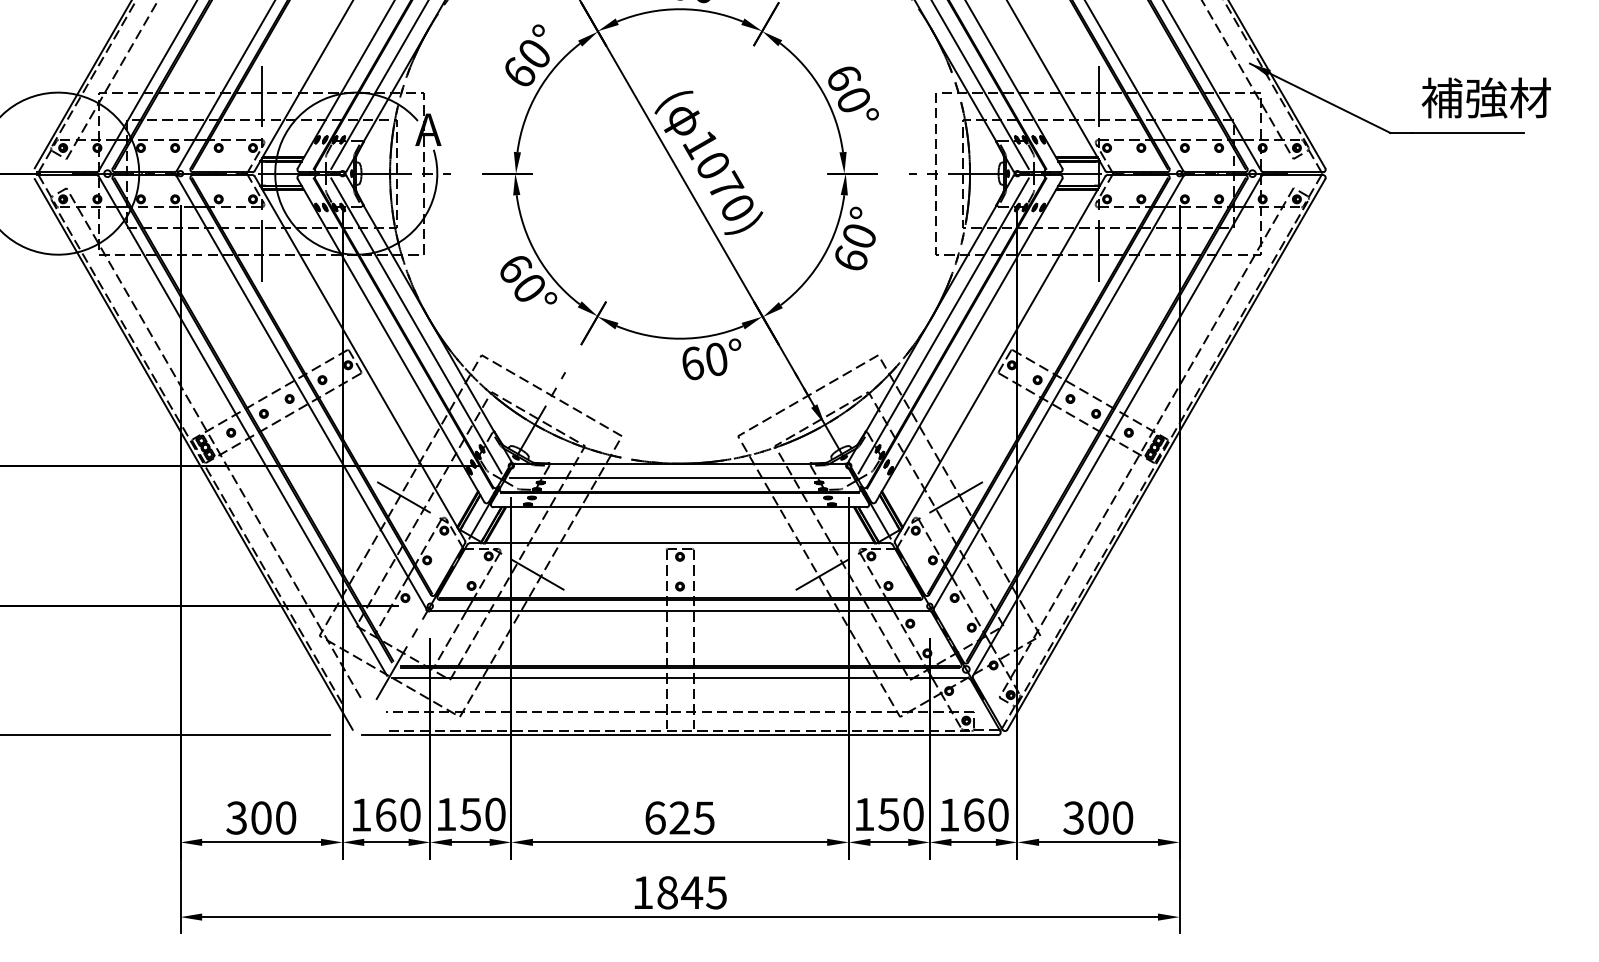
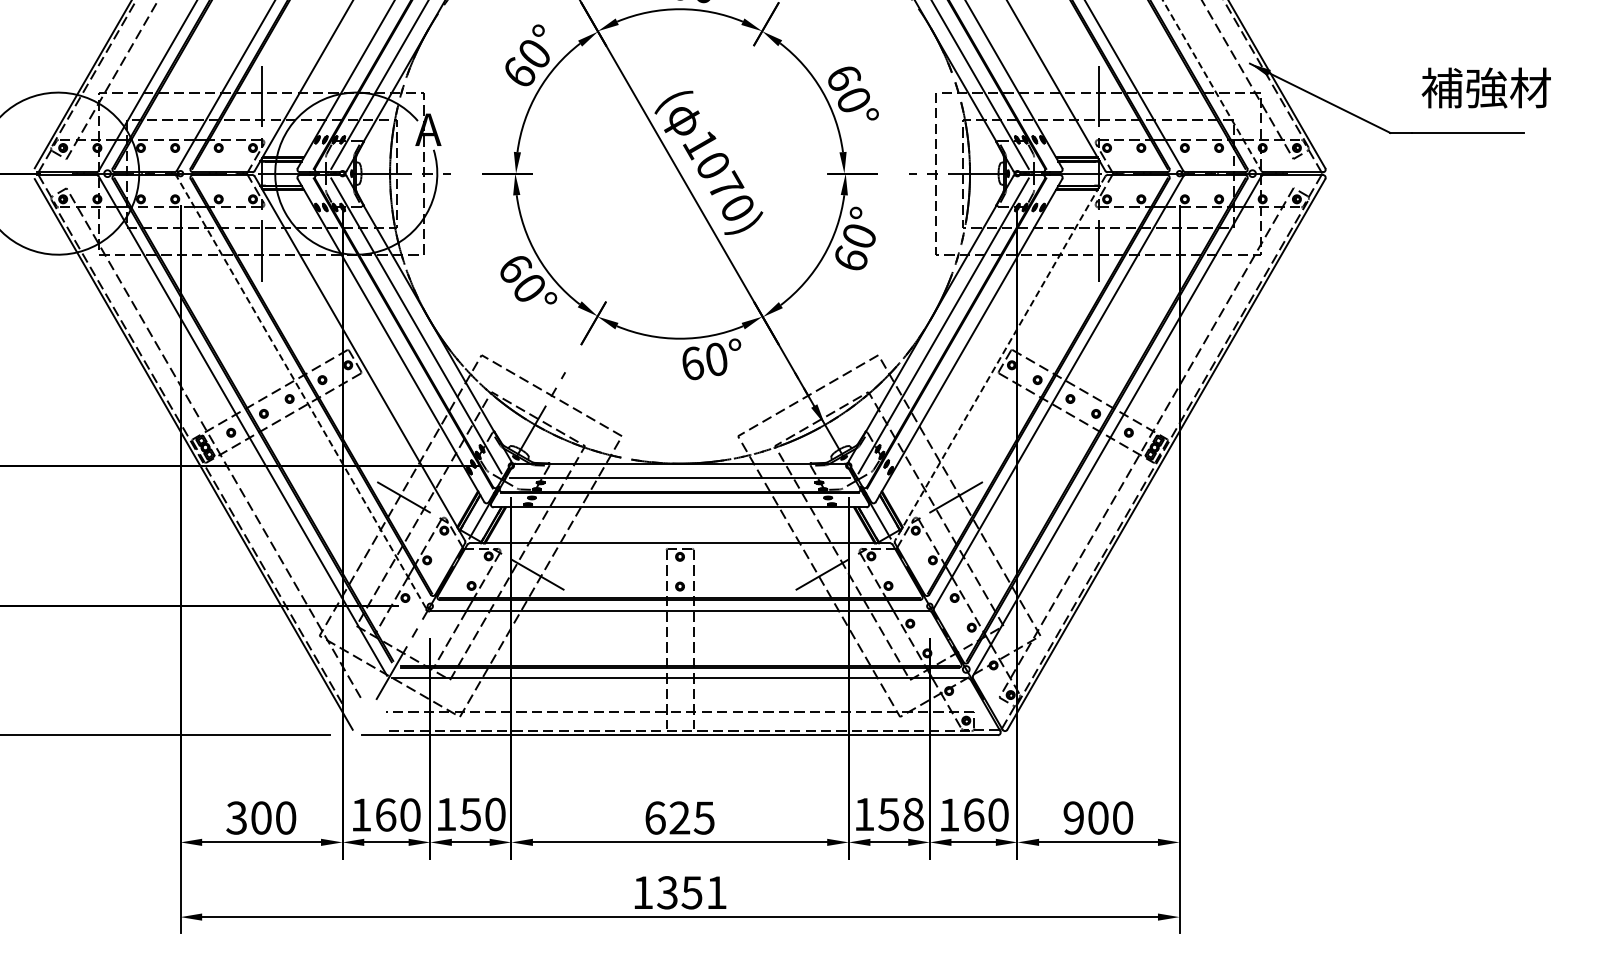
line at (1212, 86): solid -> dashed
text at (1485, 97) position: (1485, 97) -> (1485, 87)
line at (999, 358): solid -> dashed
line at (301, 391): solid -> dashed
text at (913, 814): 150 -> 158
text at (1073, 817): 300 -> 900
text at (691, 892): 1845 -> 1351
